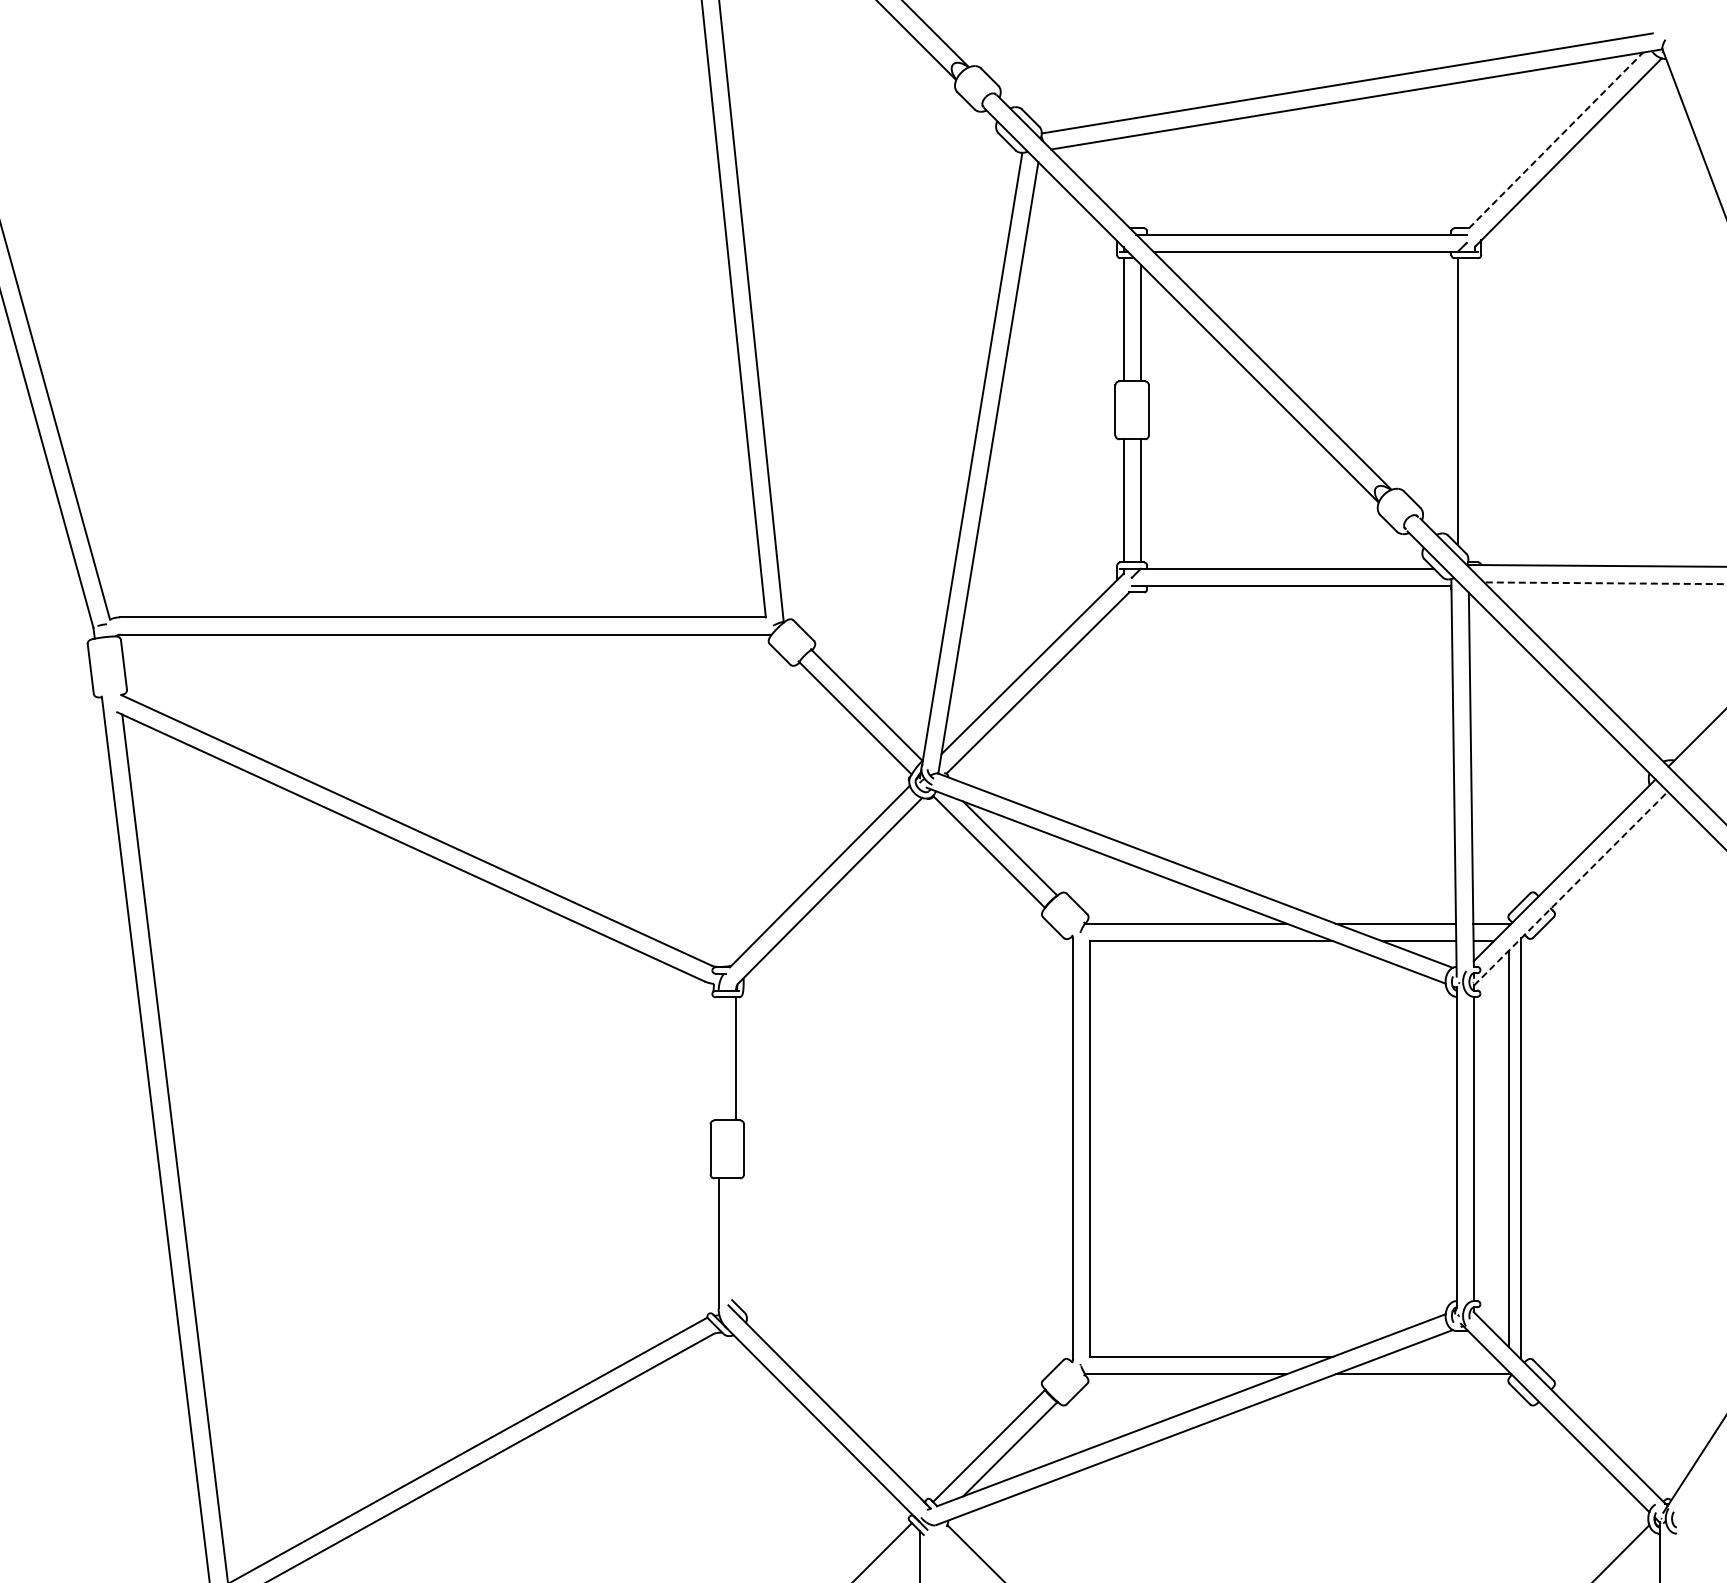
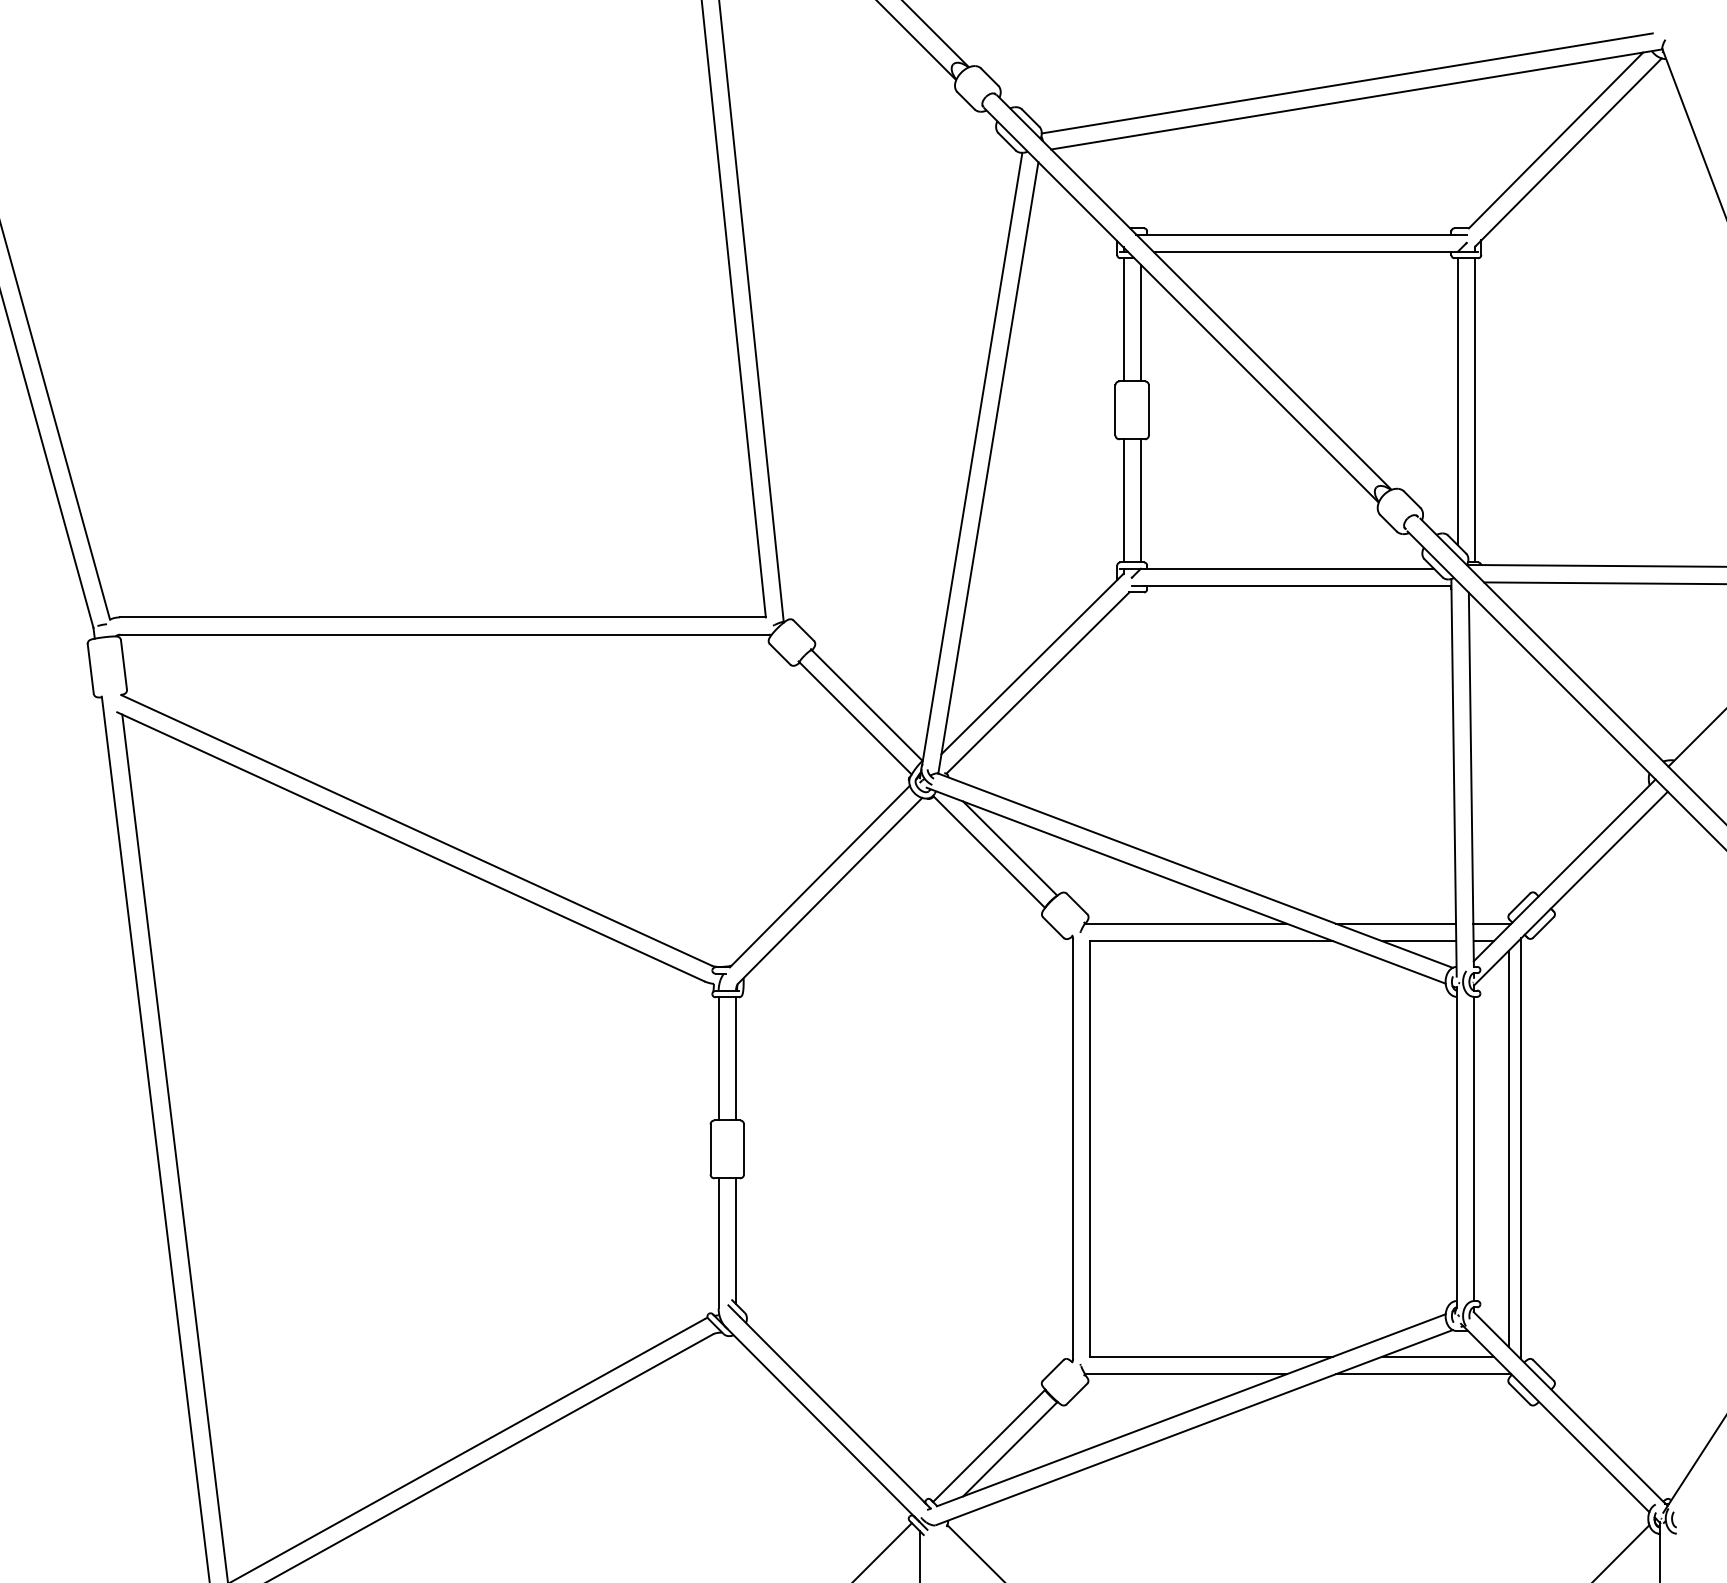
line at (1556, 140): dashed -> solid
line at (1475, 410): none -> present
line at (1605, 583): dashed -> solid
line at (1570, 888): dashed -> solid
line at (718, 1058): none -> present
line at (735, 1241): none -> present
line at (1437, 1356): none -> present
